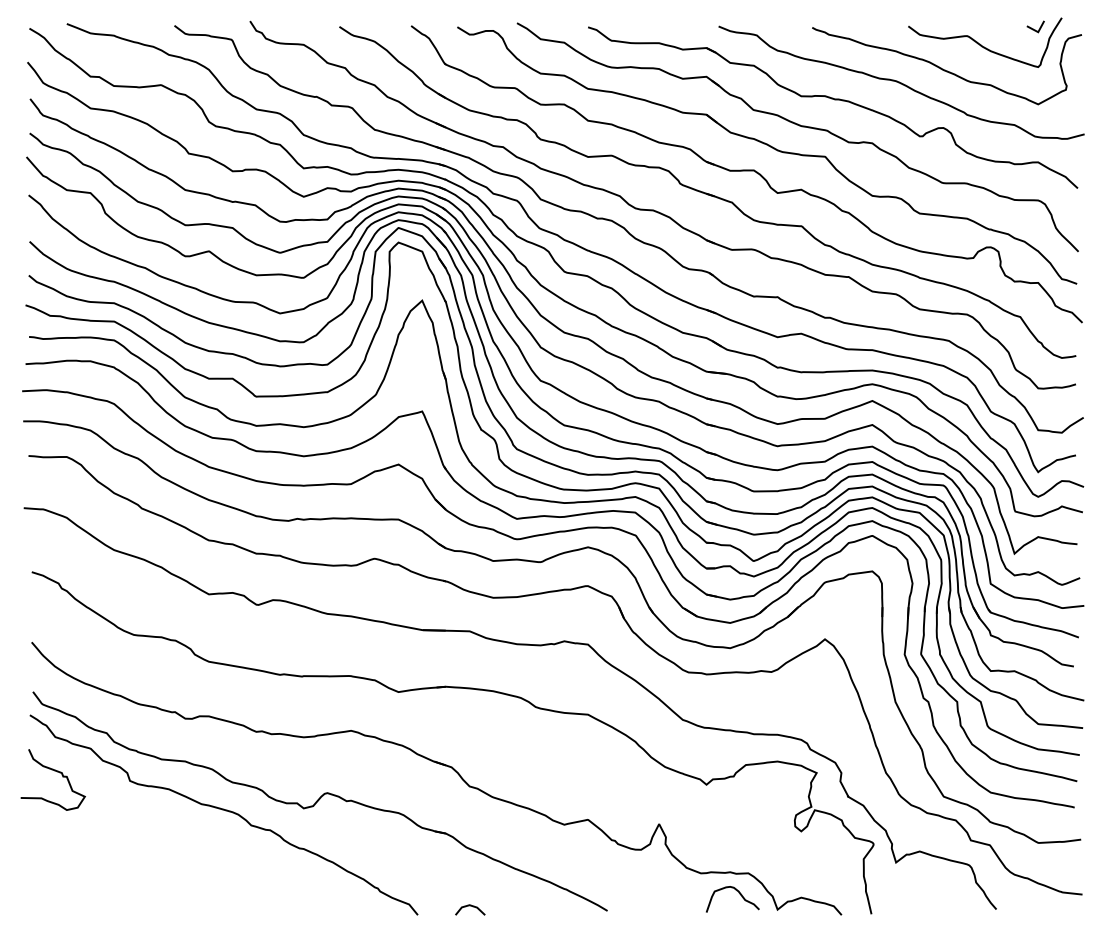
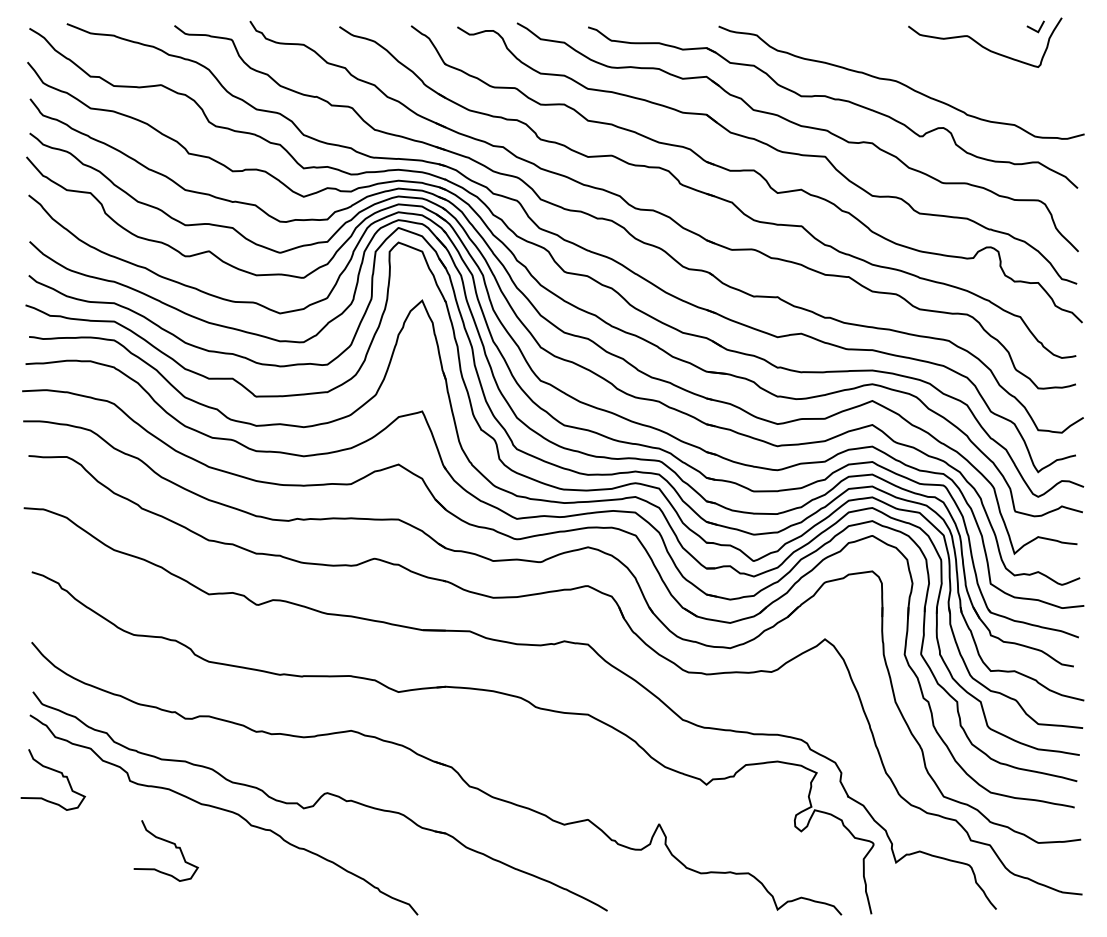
curve at (945, 69): present -> none
curve at (167, 842): none -> present
curve at (739, 894): present -> none
line at (470, 906): present -> none
